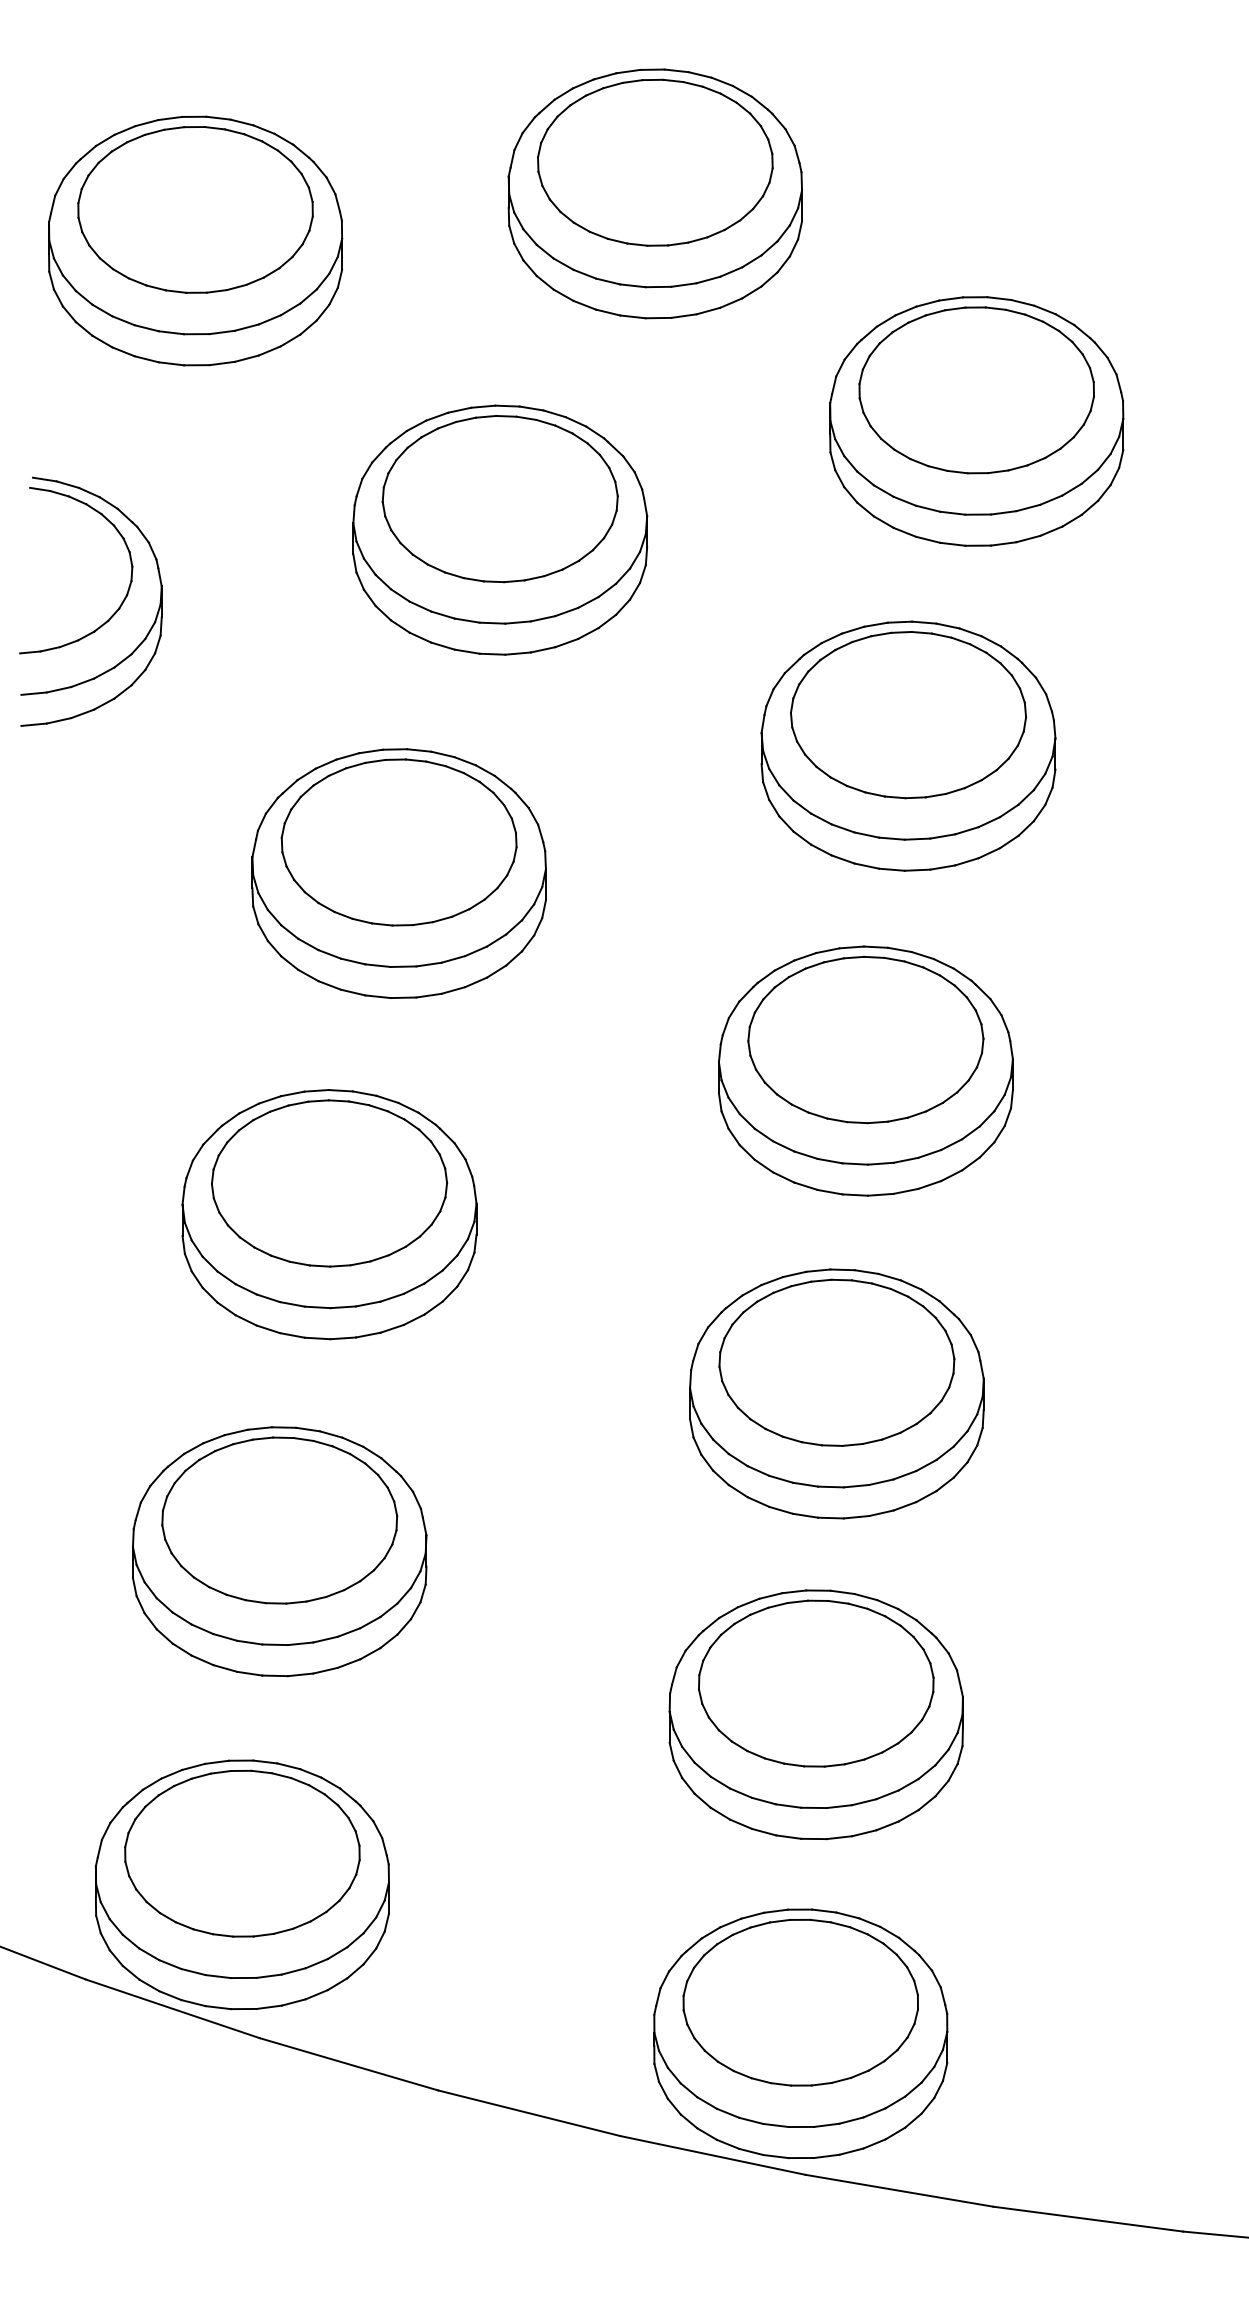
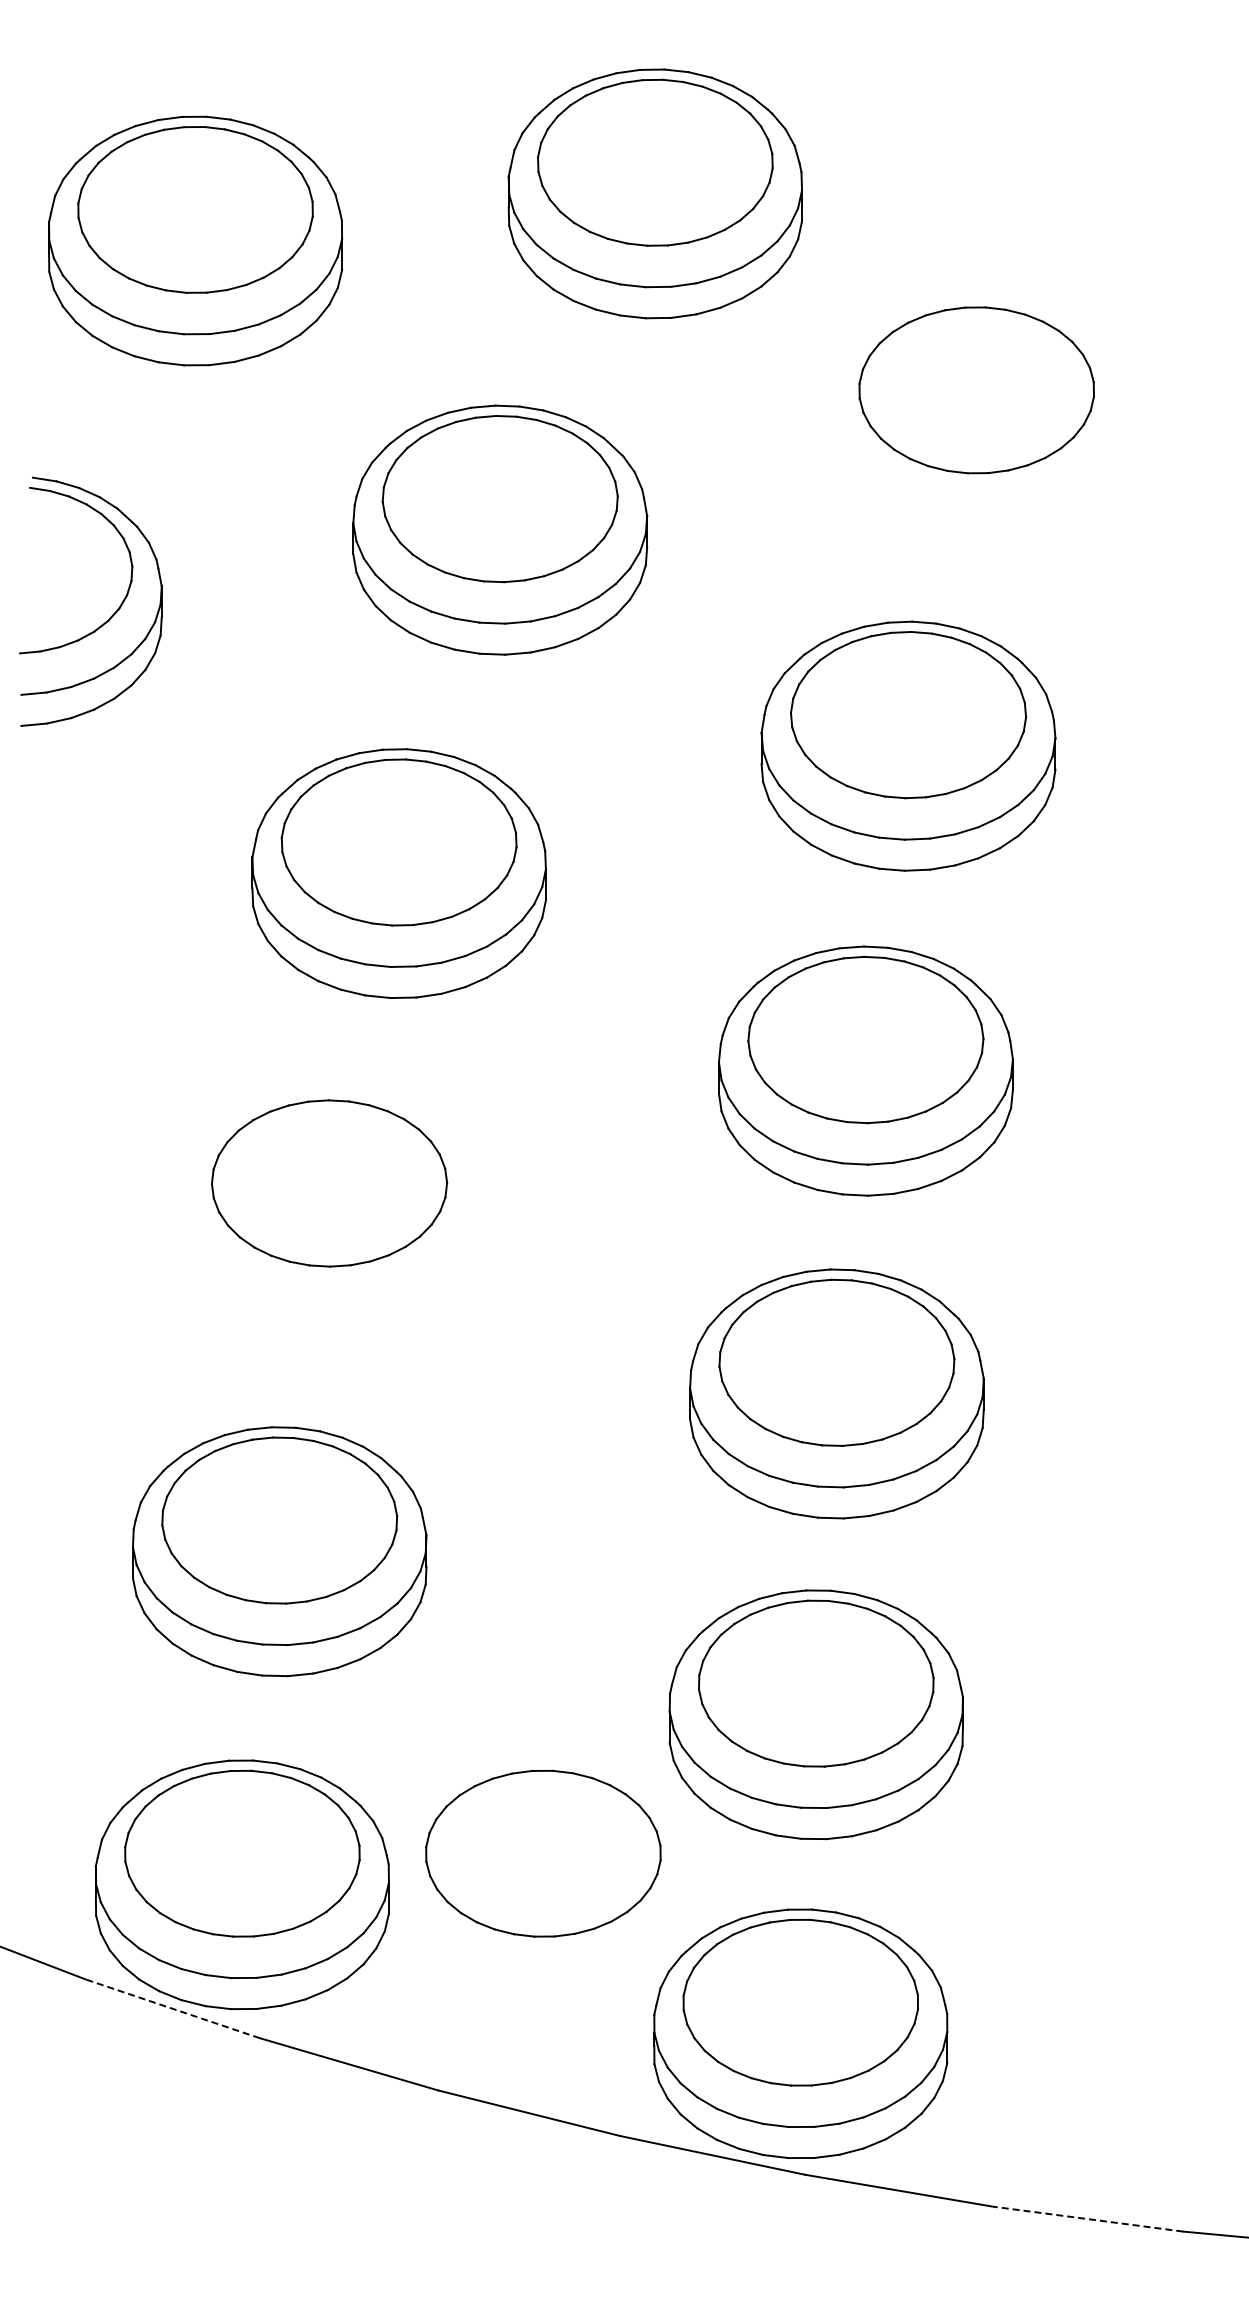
part at (976, 421): present -> none
part at (329, 1214): present -> none
part at (543, 1853): none -> present
line at (172, 2008): solid -> dashed
line at (1088, 2219): solid -> dashed
